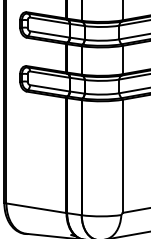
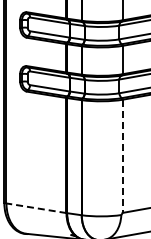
line at (122, 156): solid -> dashed
line at (35, 208): solid -> dashed
